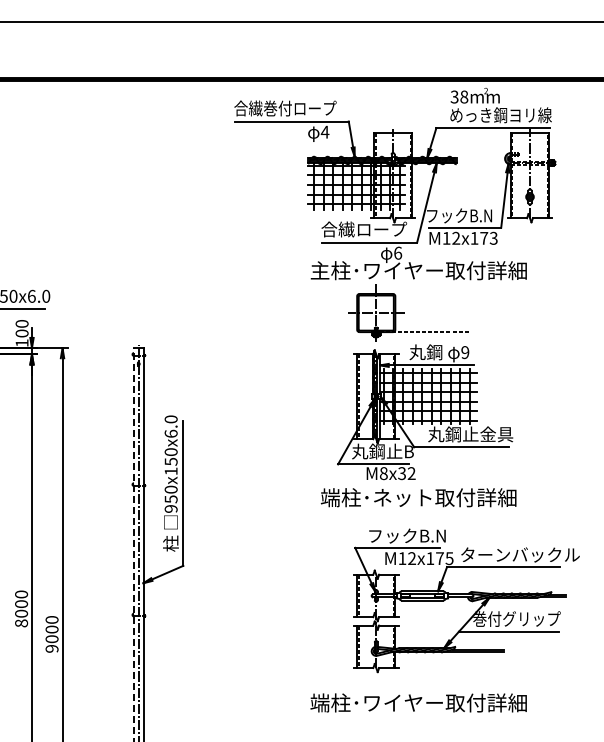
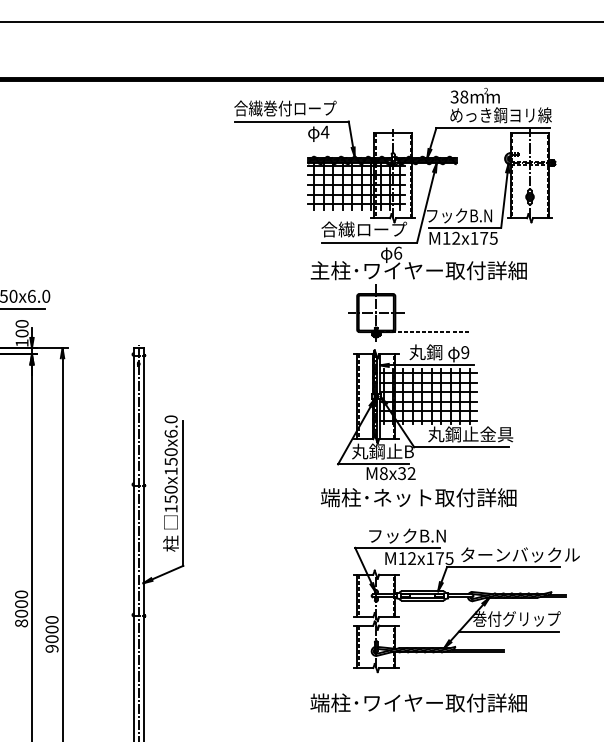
text at (493, 237): M12x173 -> M12x175
text at (170, 508): 950x150x6.0 -> 150x150x6.0
line at (133, 544): dashed -> solid
